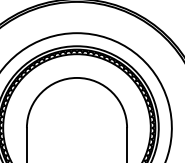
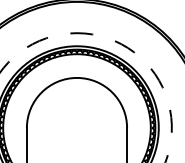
arc at (122, 44): solid -> dashed
